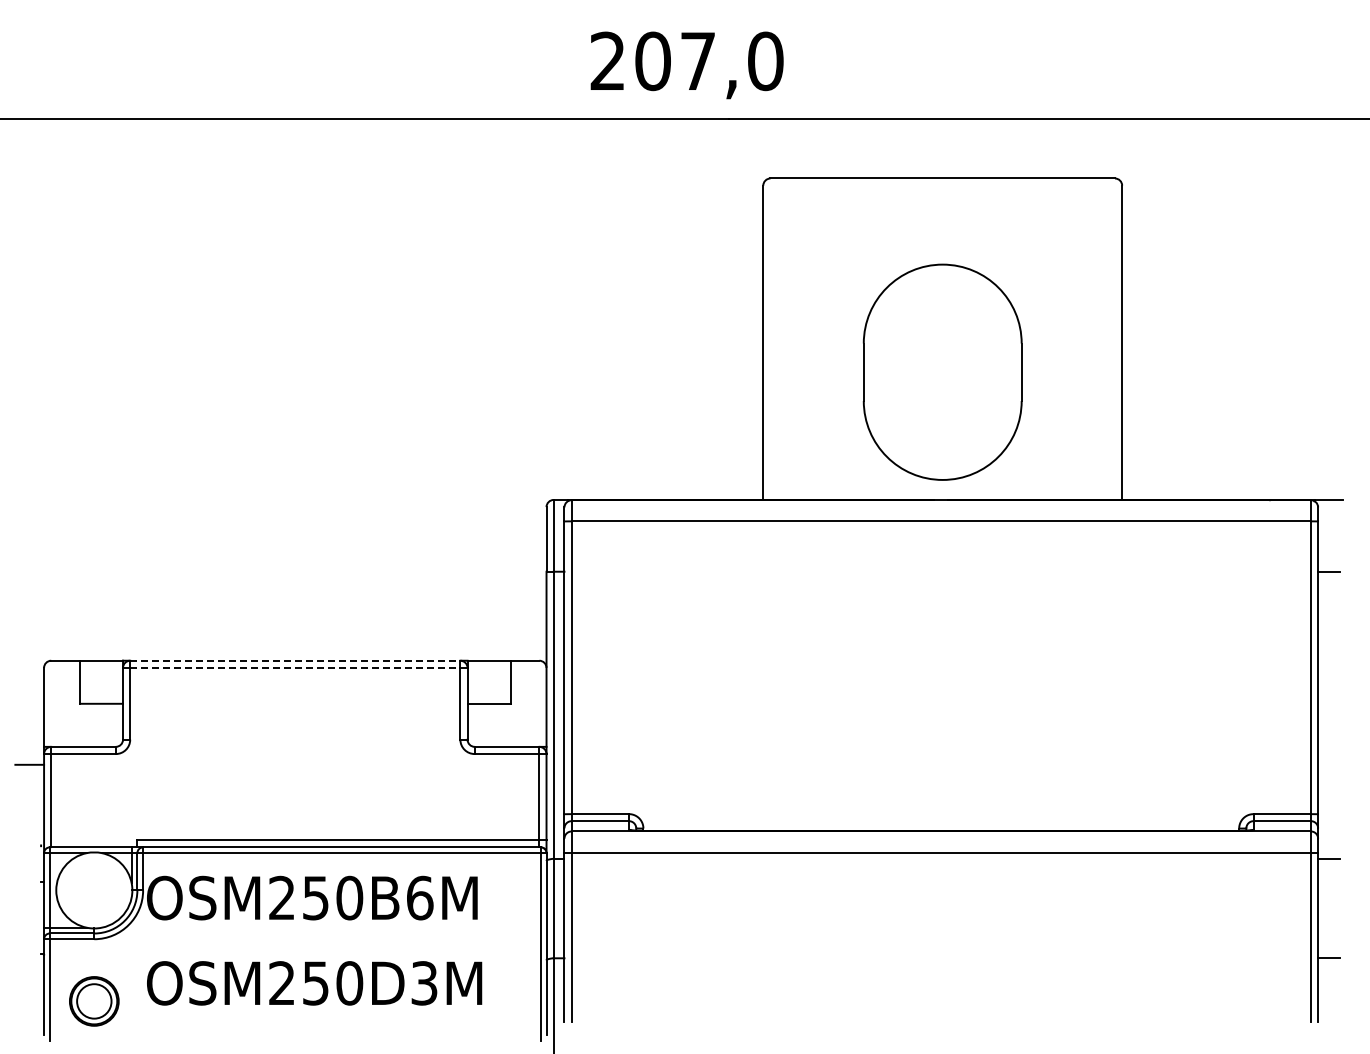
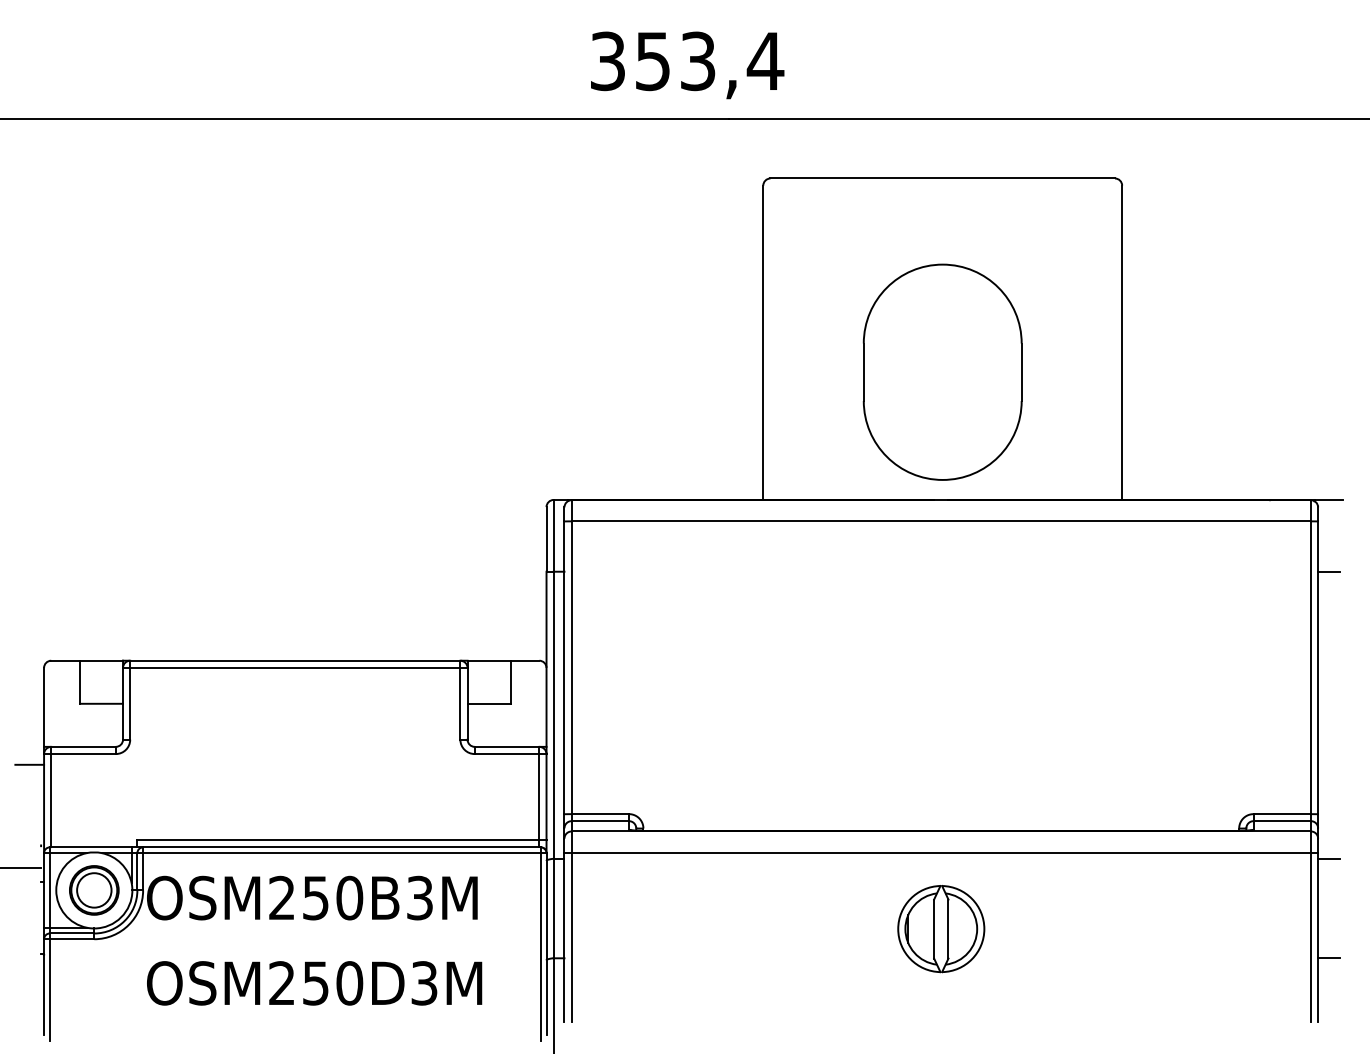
text at (687, 61): 207,0 -> 353,4
line at (295, 660): dashed -> solid
line at (295, 667): dashed -> solid
line at (21, 867): none -> present
text at (420, 897): OSM250B6M -> OSM250B3M
part at (941, 929): none -> present
part at (94, 1001) position: (94, 1001) -> (94, 890)
